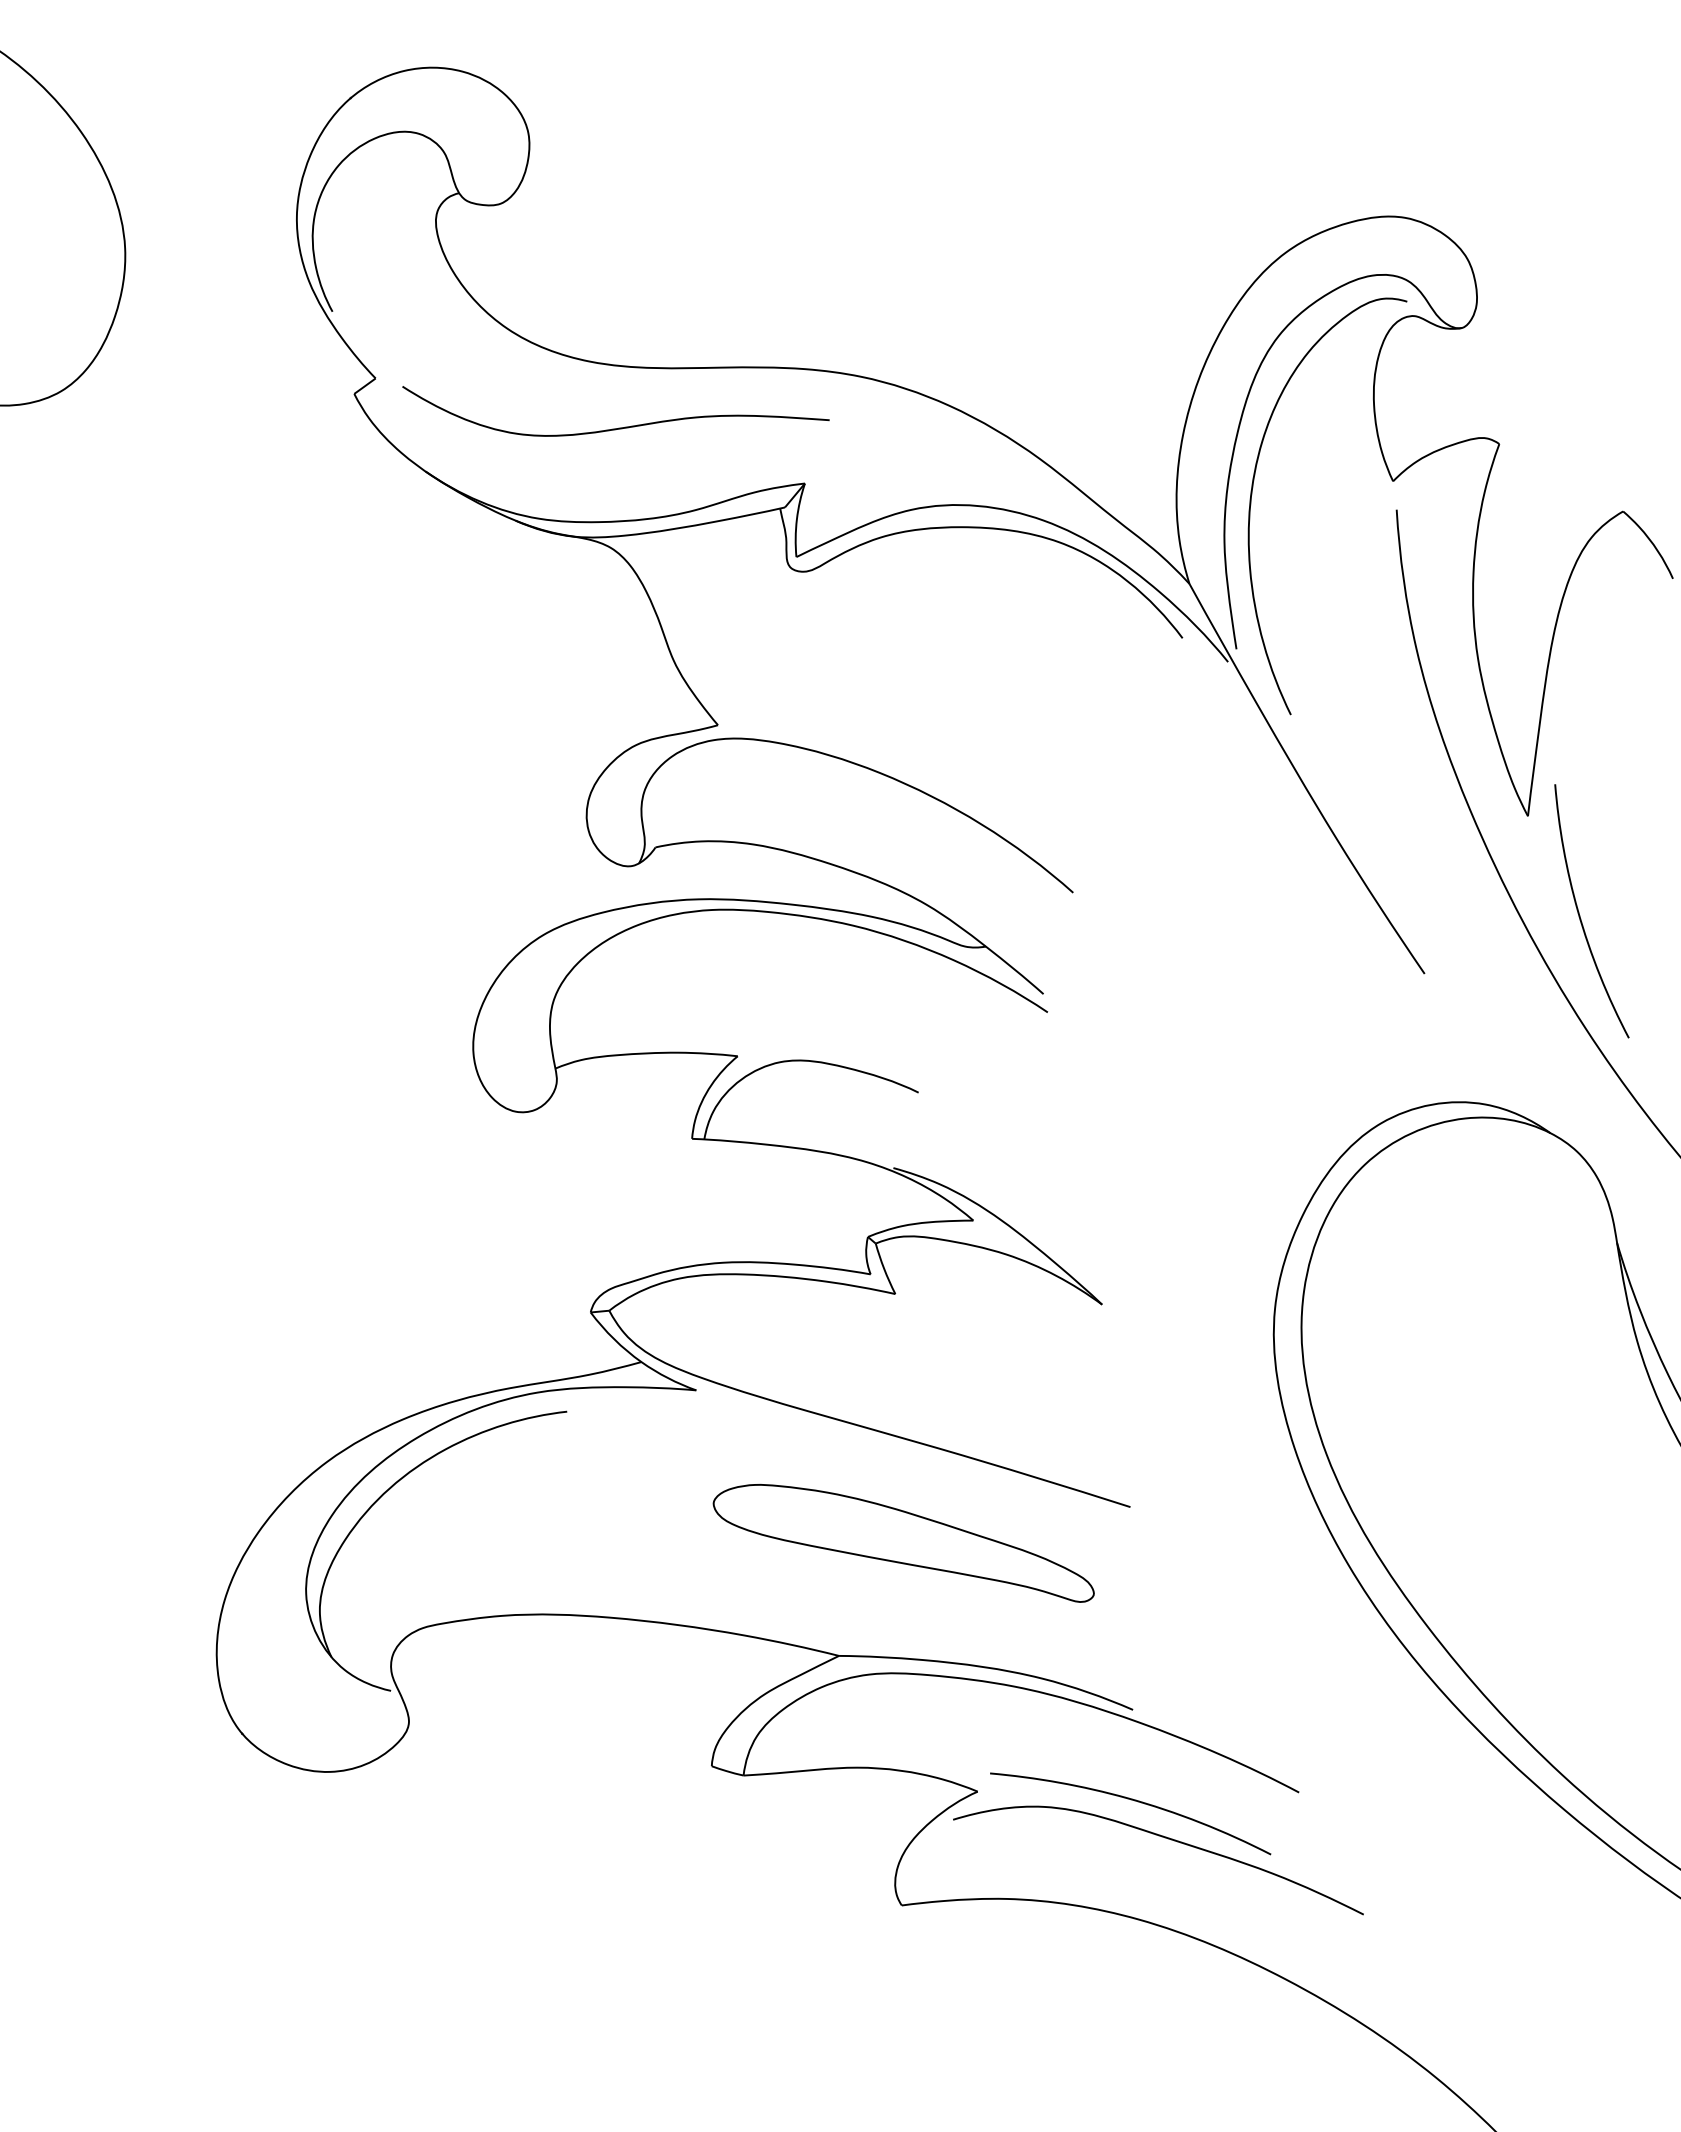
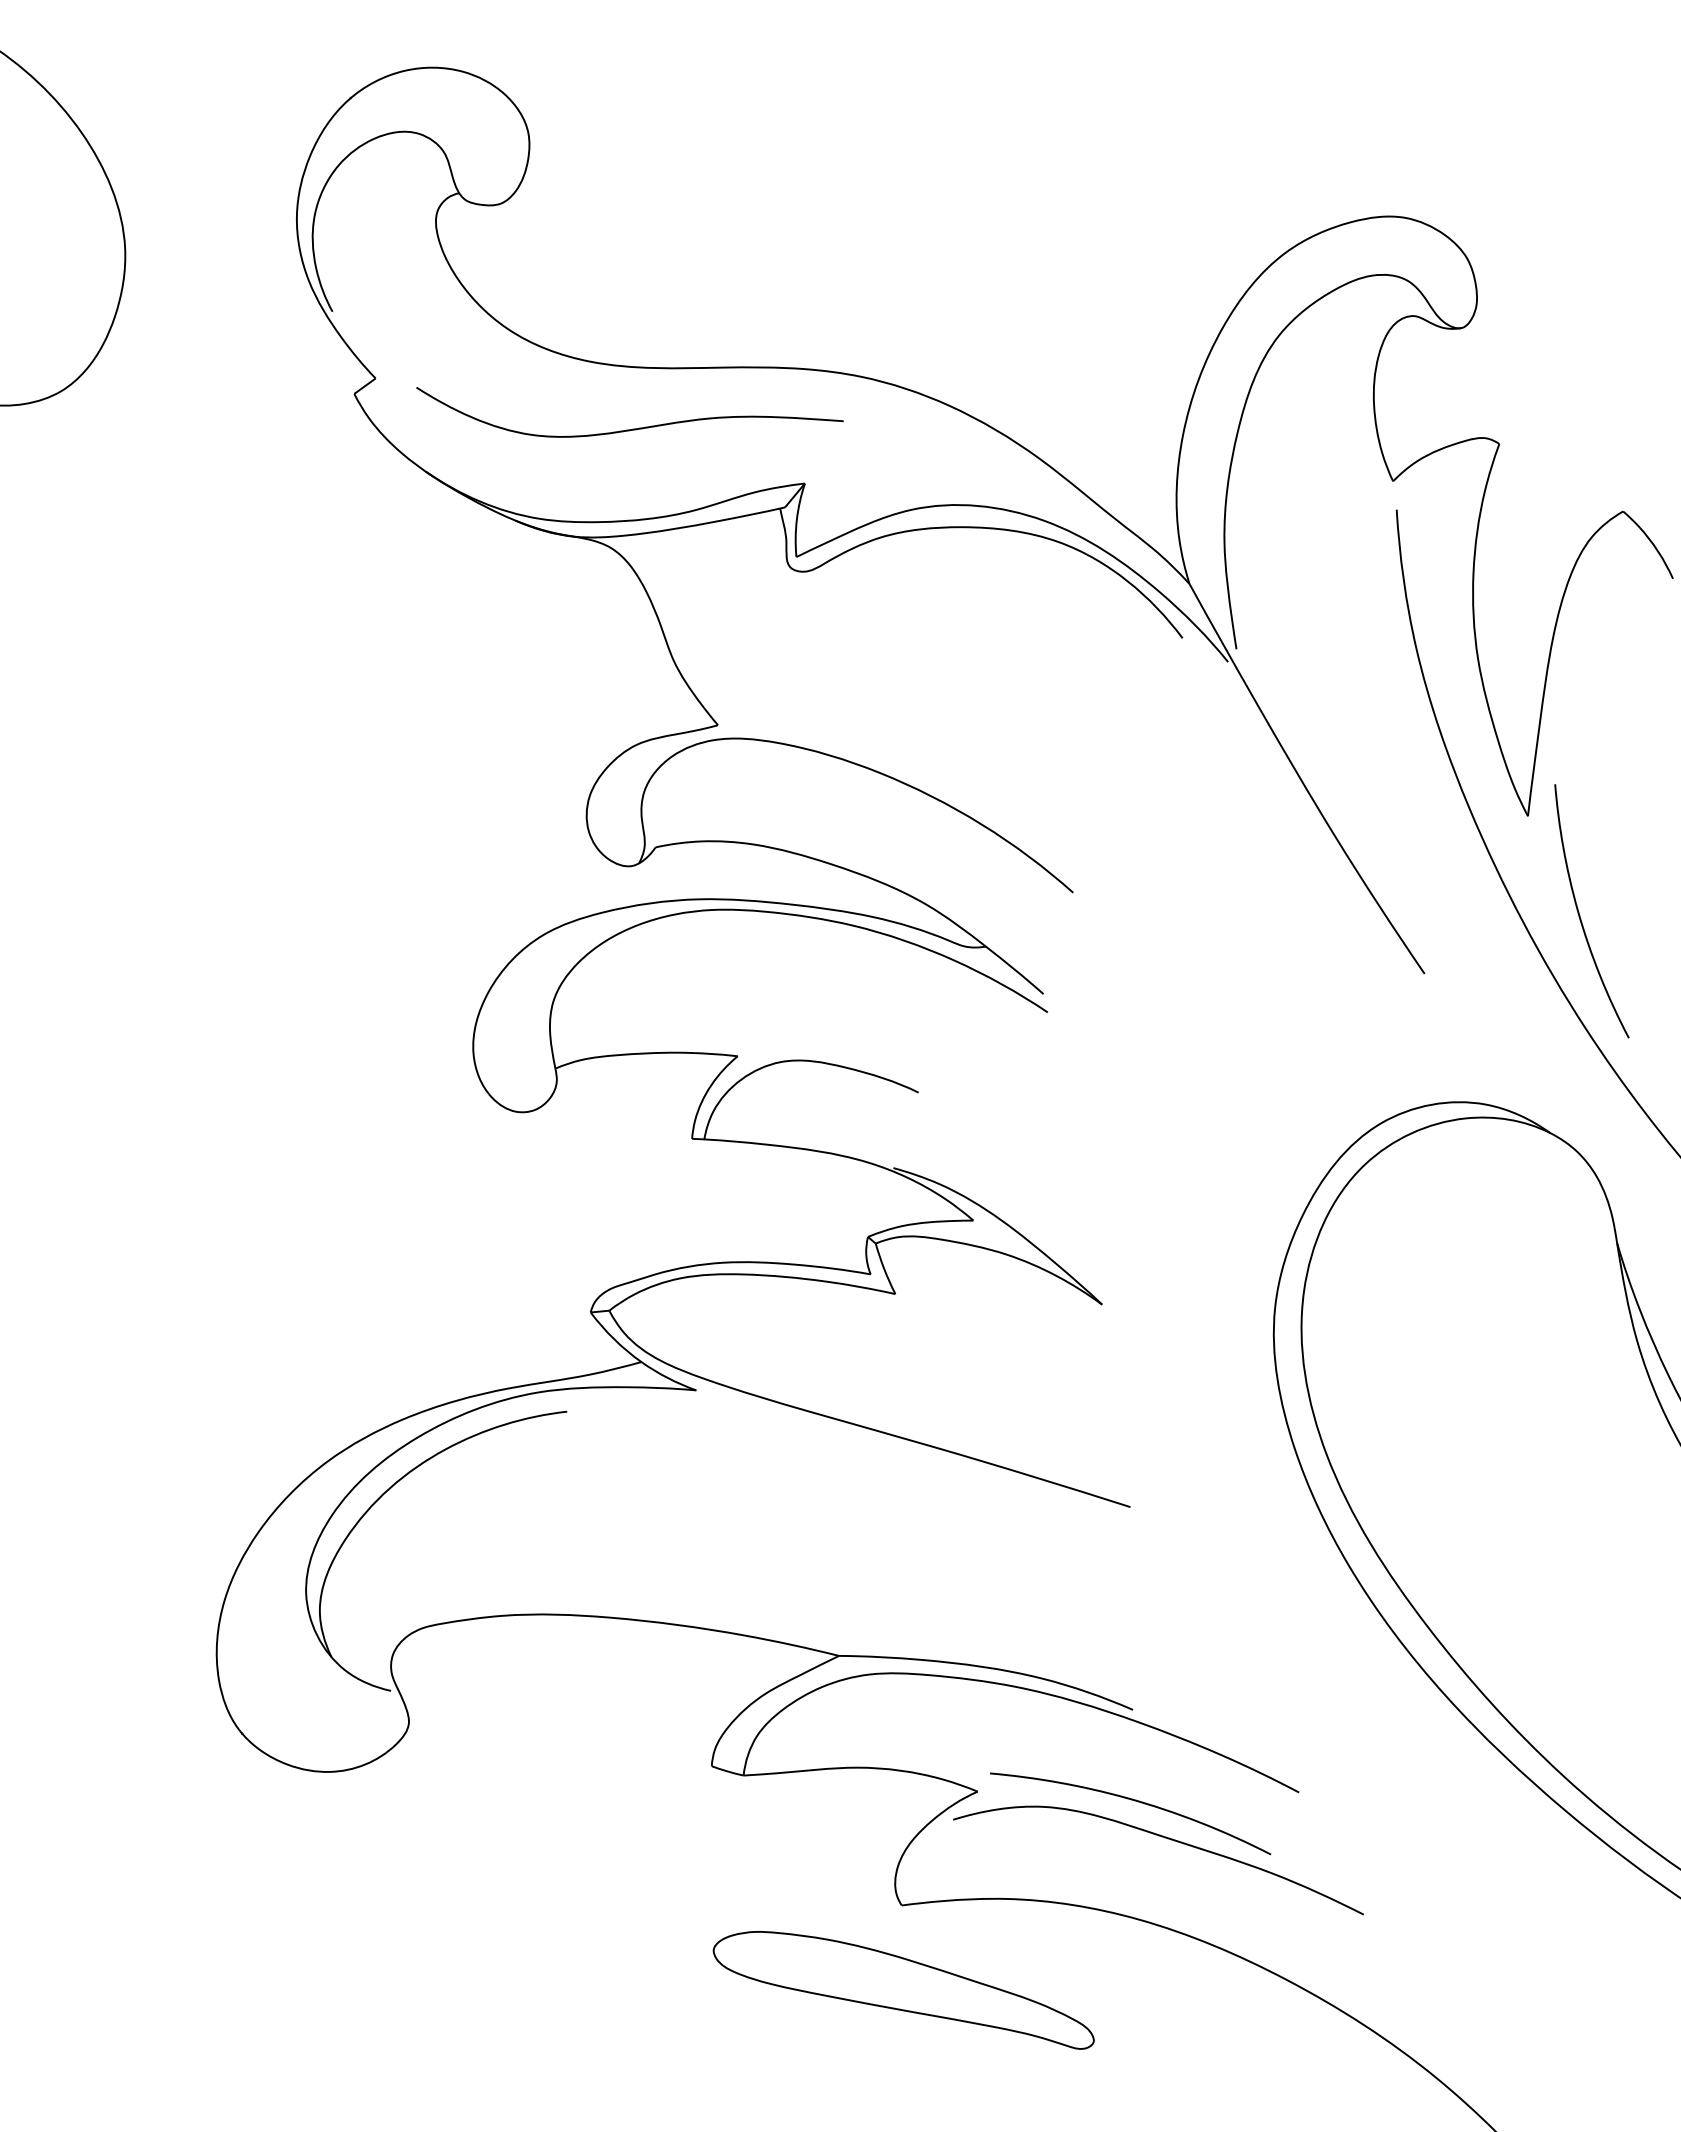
curve at (618, 427) position: (618, 427) -> (632, 428)
curve at (1252, 494): present -> none
part at (903, 1543) position: (903, 1543) -> (903, 1990)
